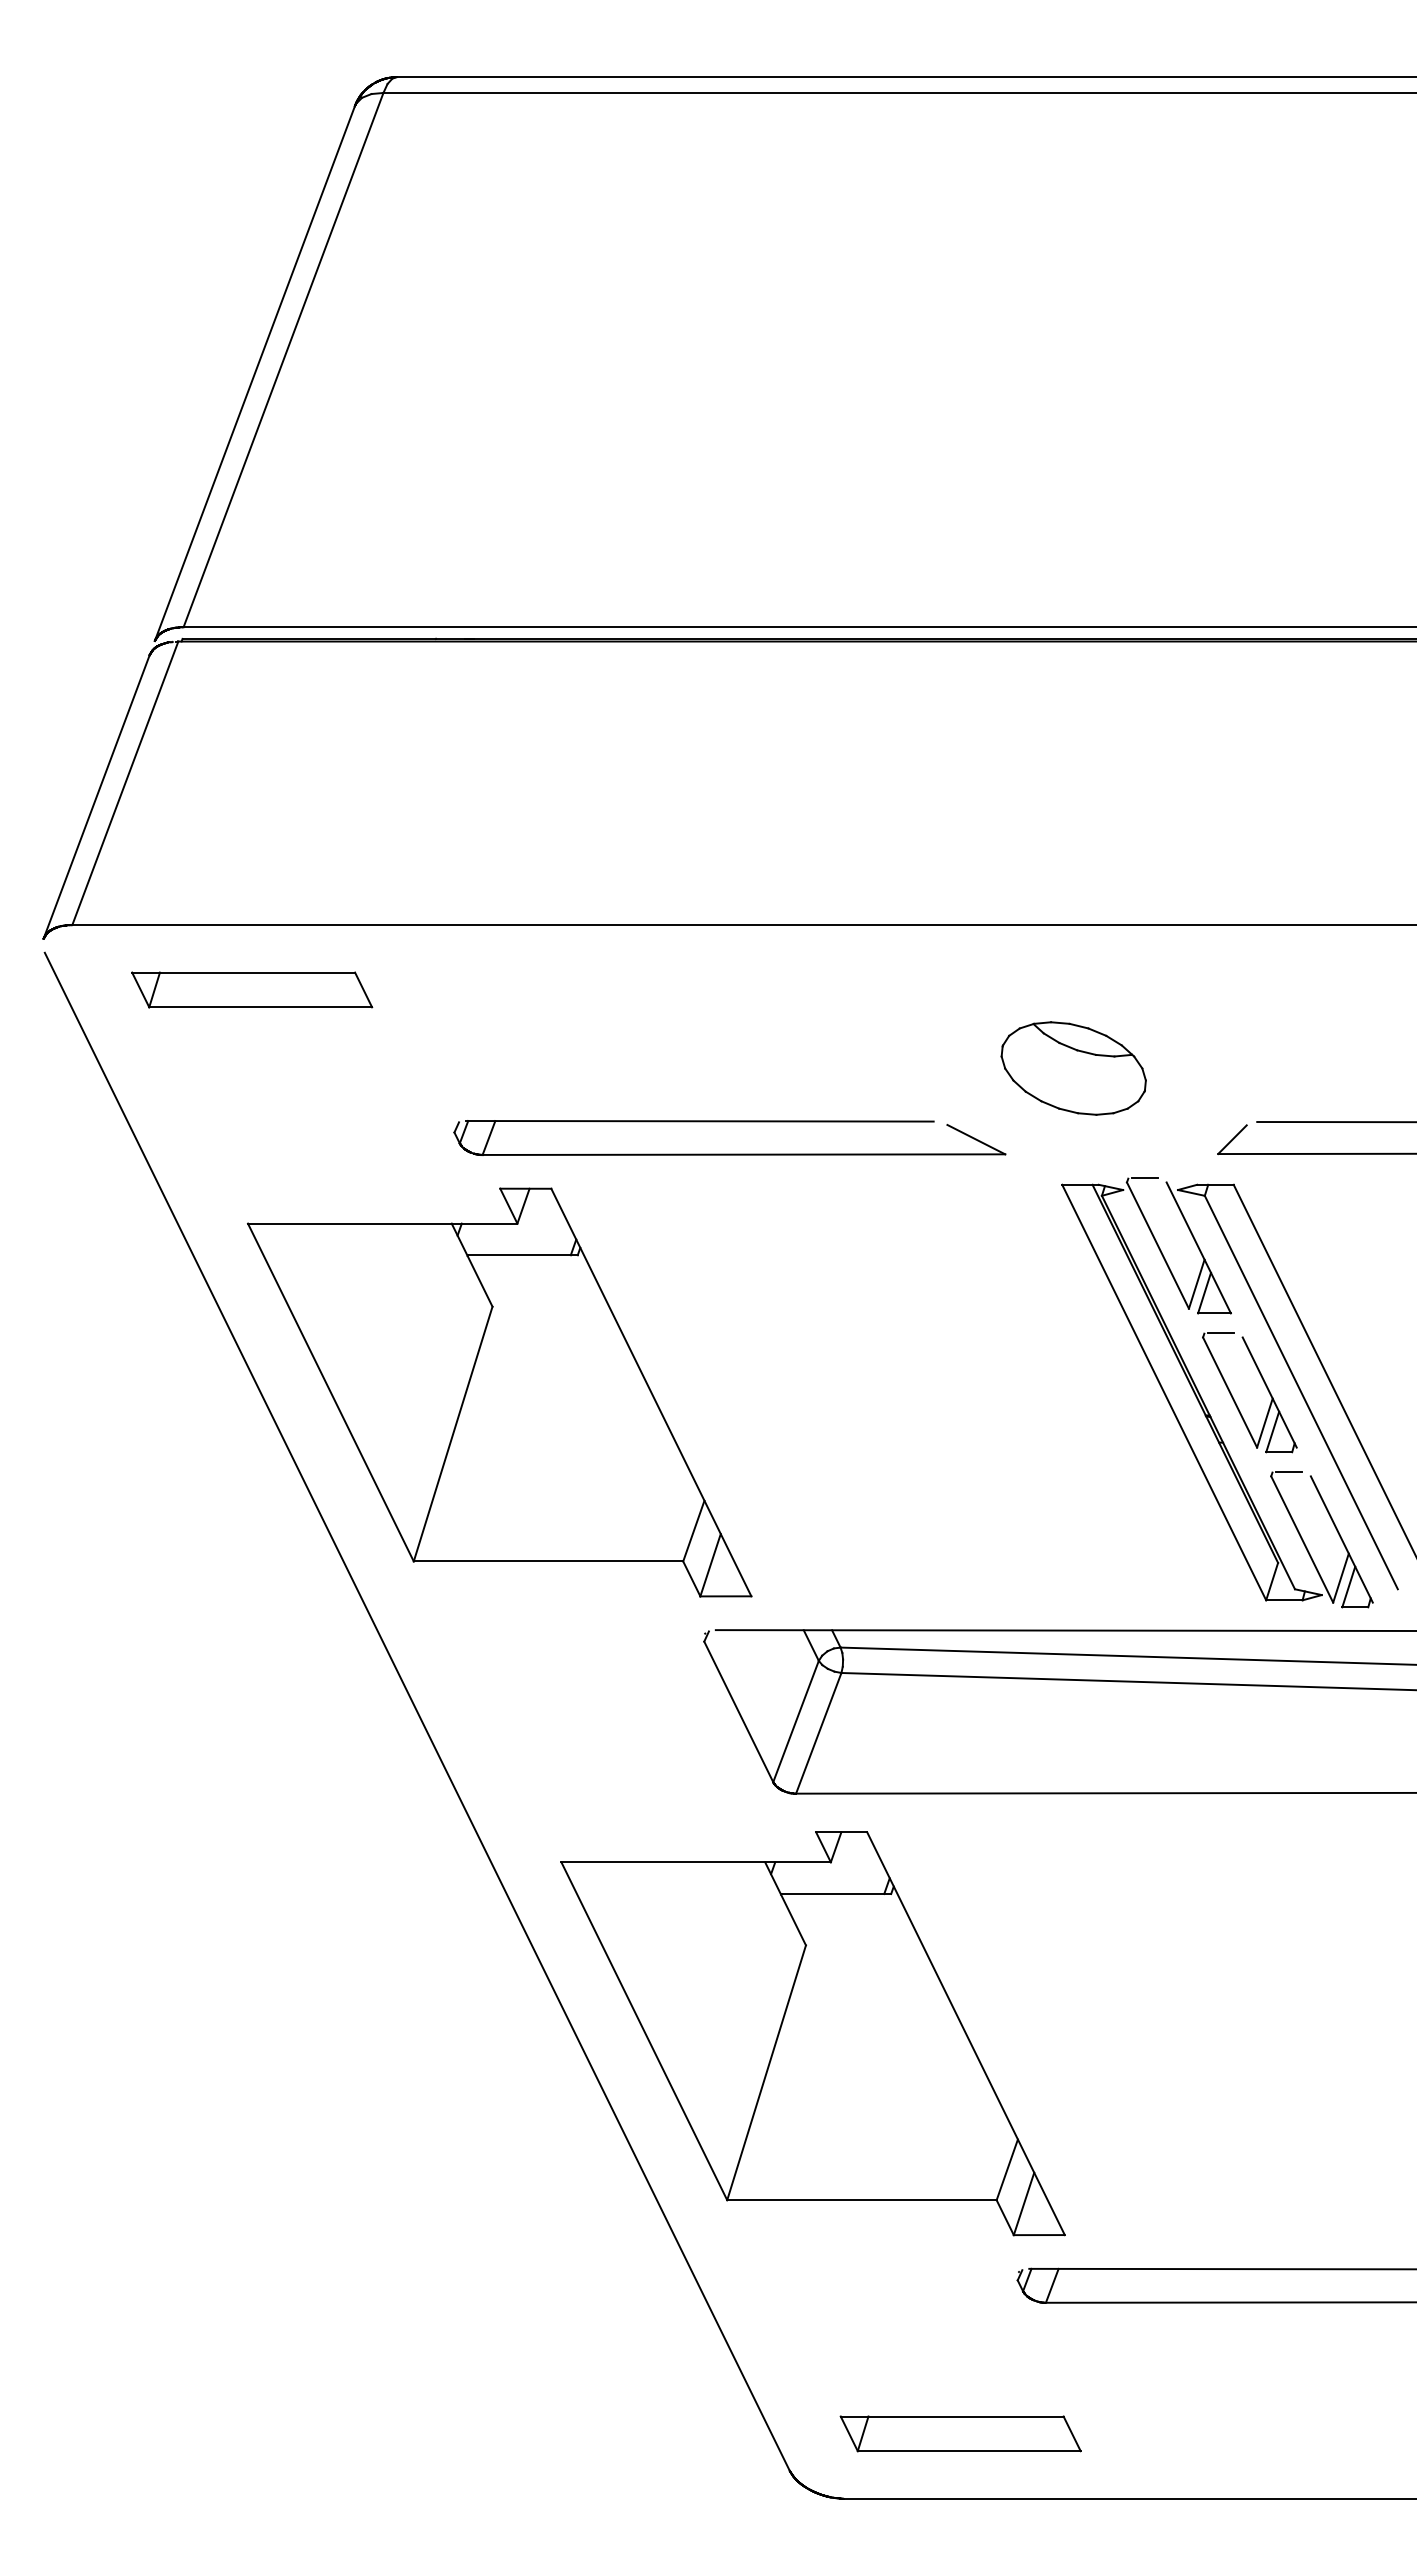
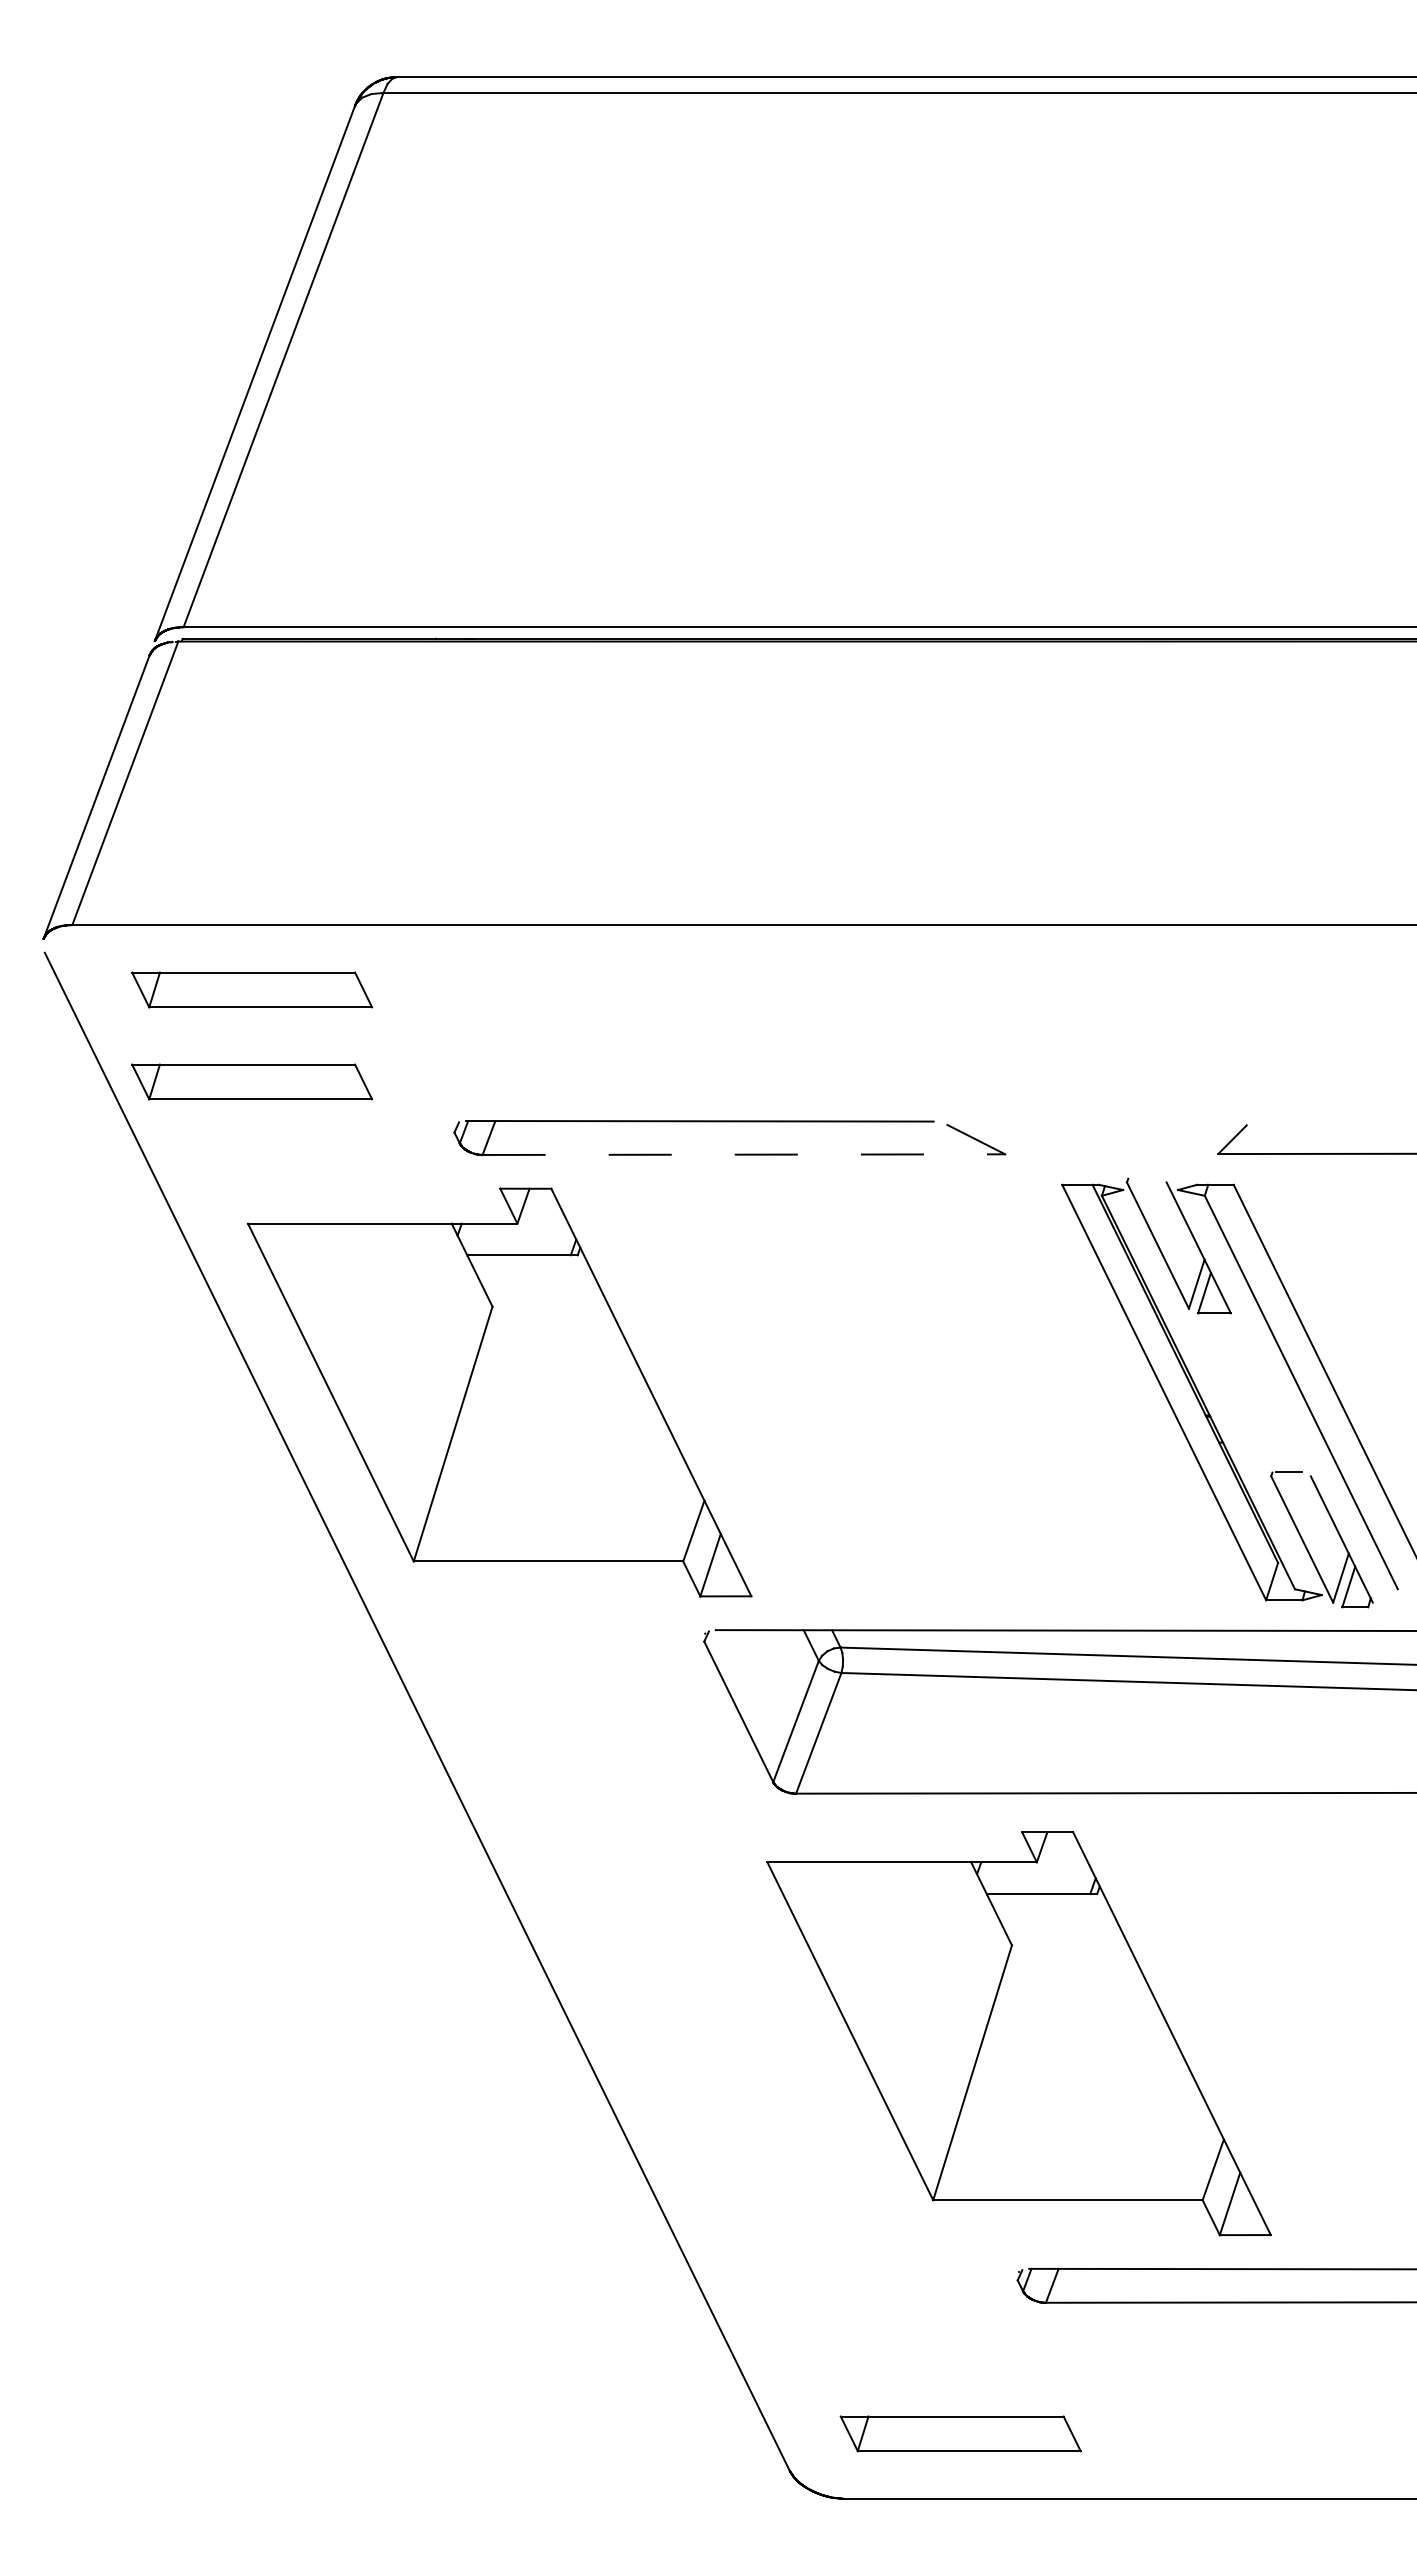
part at (1073, 1068): present -> none
part at (252, 1081): none -> present
line at (1335, 1122): present -> none
line at (744, 1154): solid -> dashed
line at (1144, 1177): present -> none
part at (1233, 1396): present -> none
part at (812, 2033) position: (812, 2033) -> (1018, 2033)
